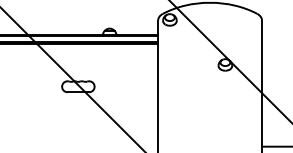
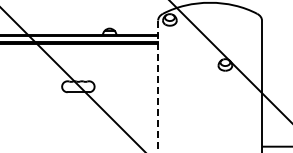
line at (158, 86): solid -> dashed
